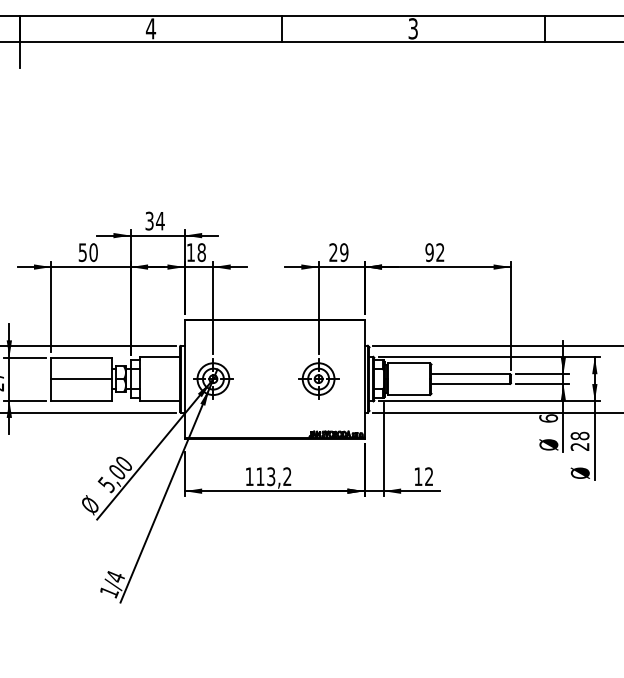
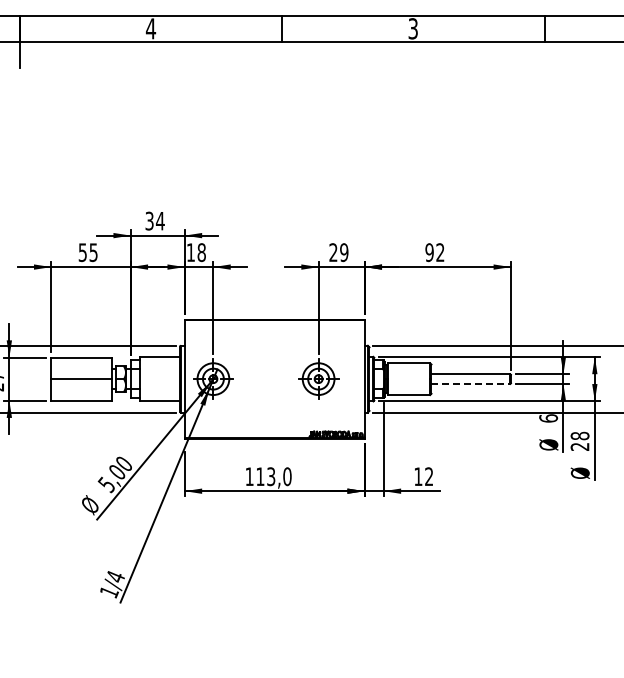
text at (93, 252): 50 -> 55
line at (471, 383): solid -> dashed
text at (287, 476): 113,2 -> 113,0
